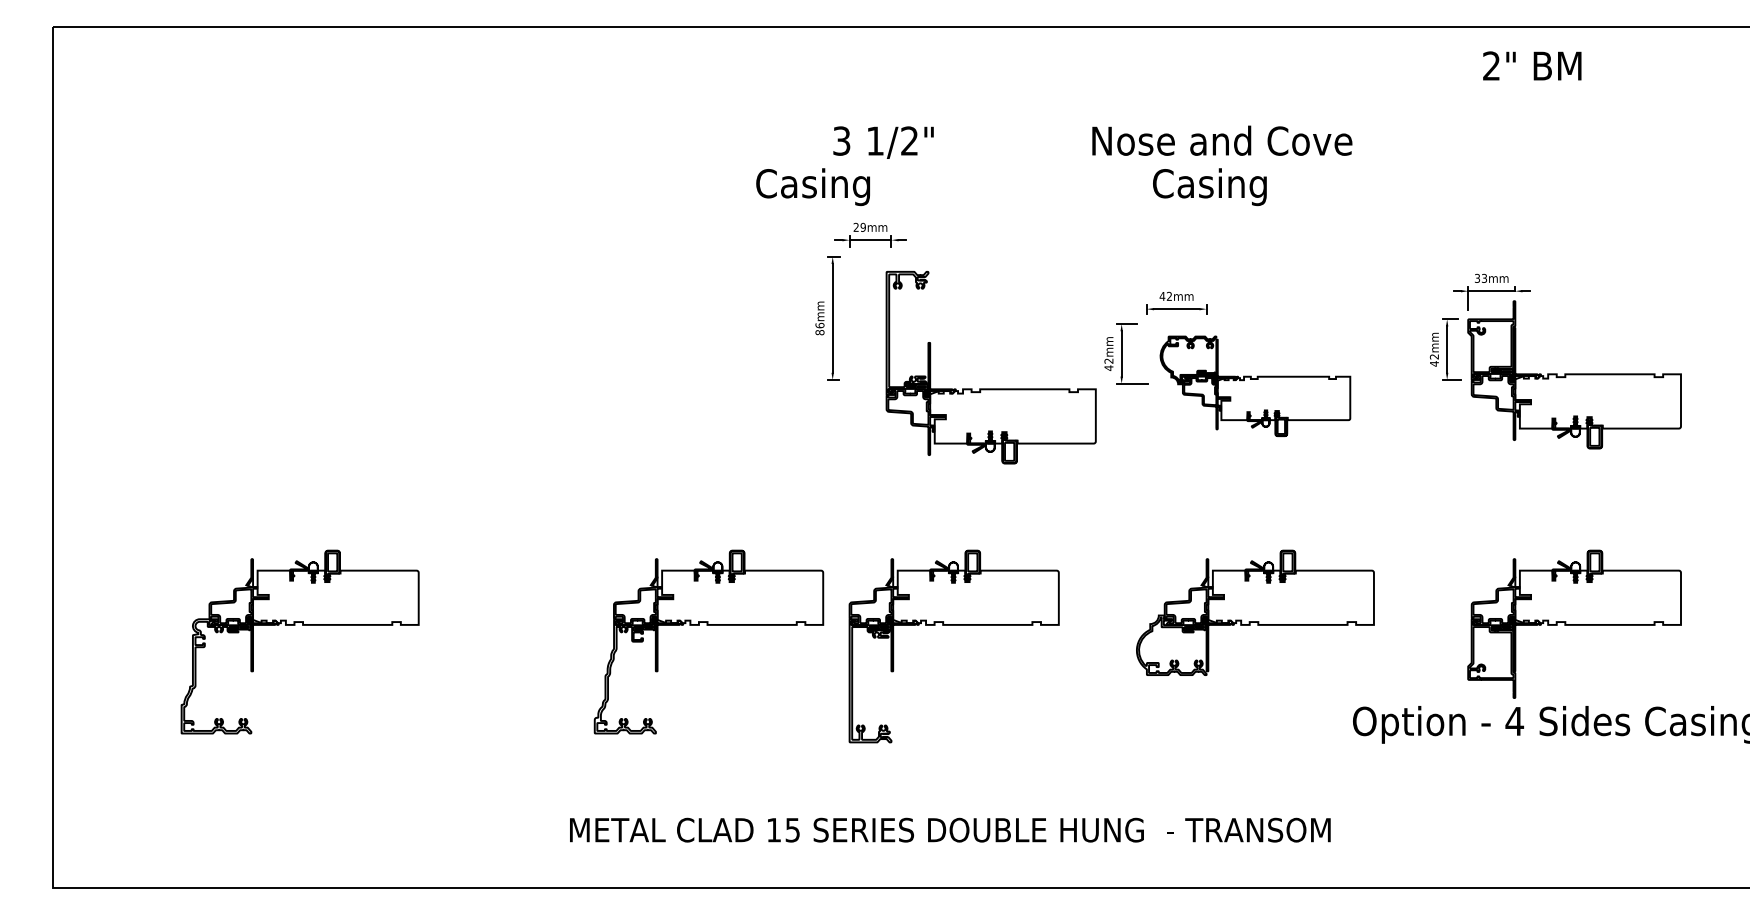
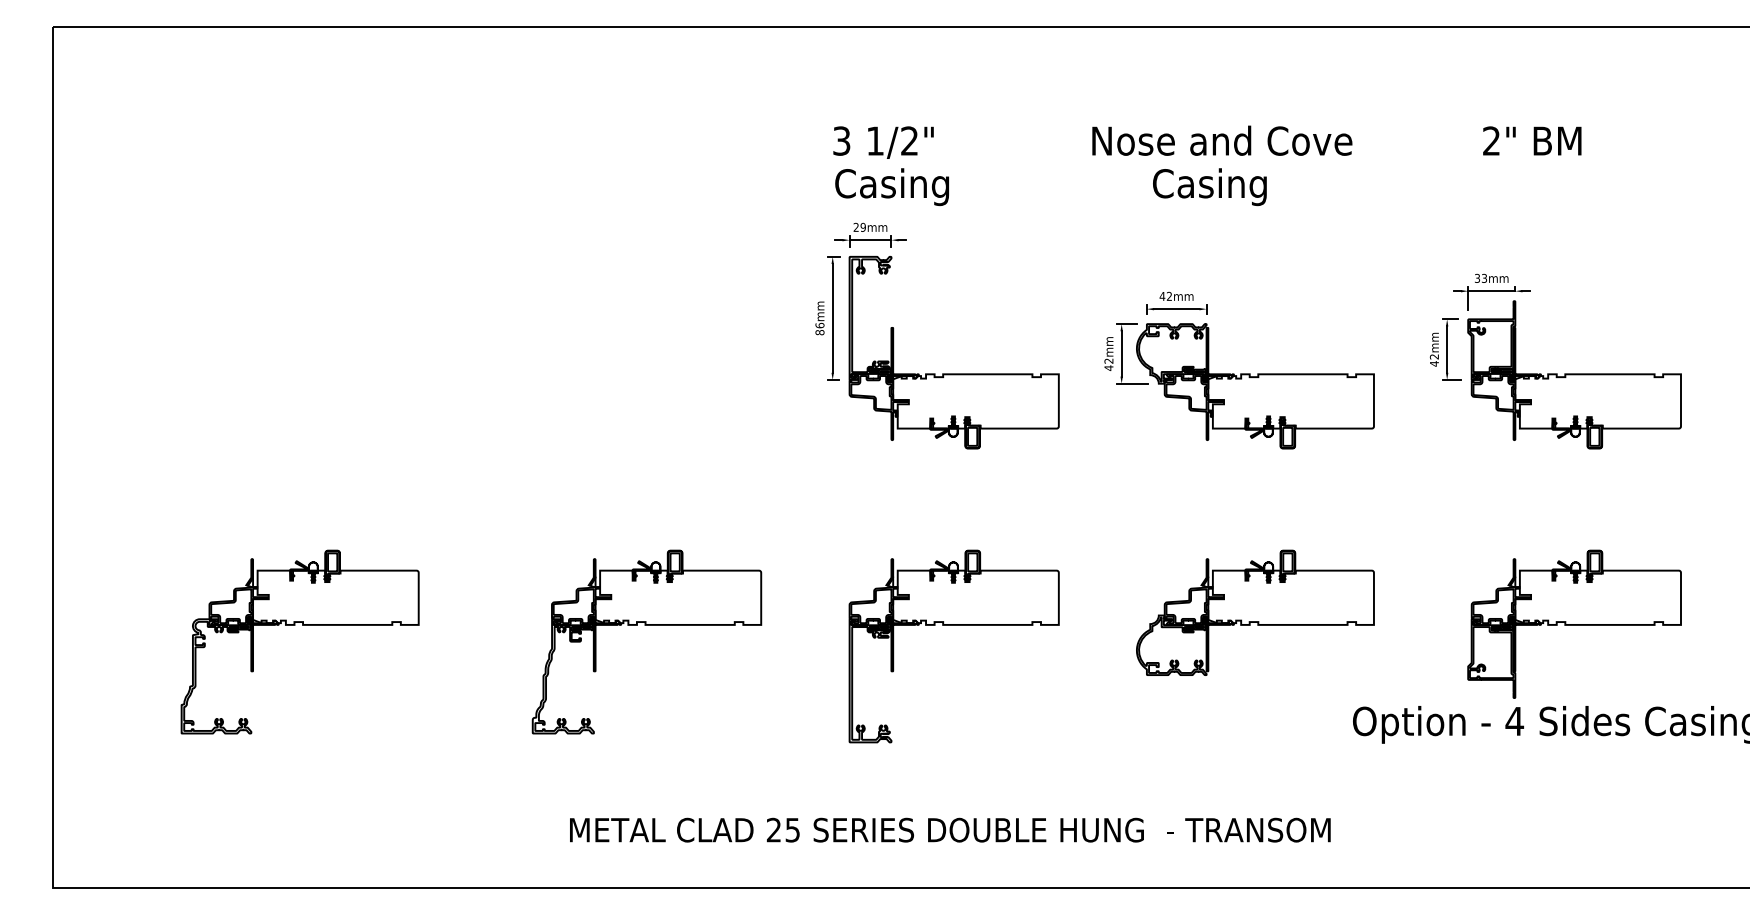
text at (1532, 65) position: (1532, 65) -> (1532, 140)
text at (812, 186) position: (812, 186) -> (891, 186)
part at (1255, 385) size: 193x102 px -> 239x127 px
part at (990, 388) position: (990, 388) -> (953, 373)
part at (708, 625) position: (708, 625) -> (646, 625)
text at (773, 829): 15 -> 25
